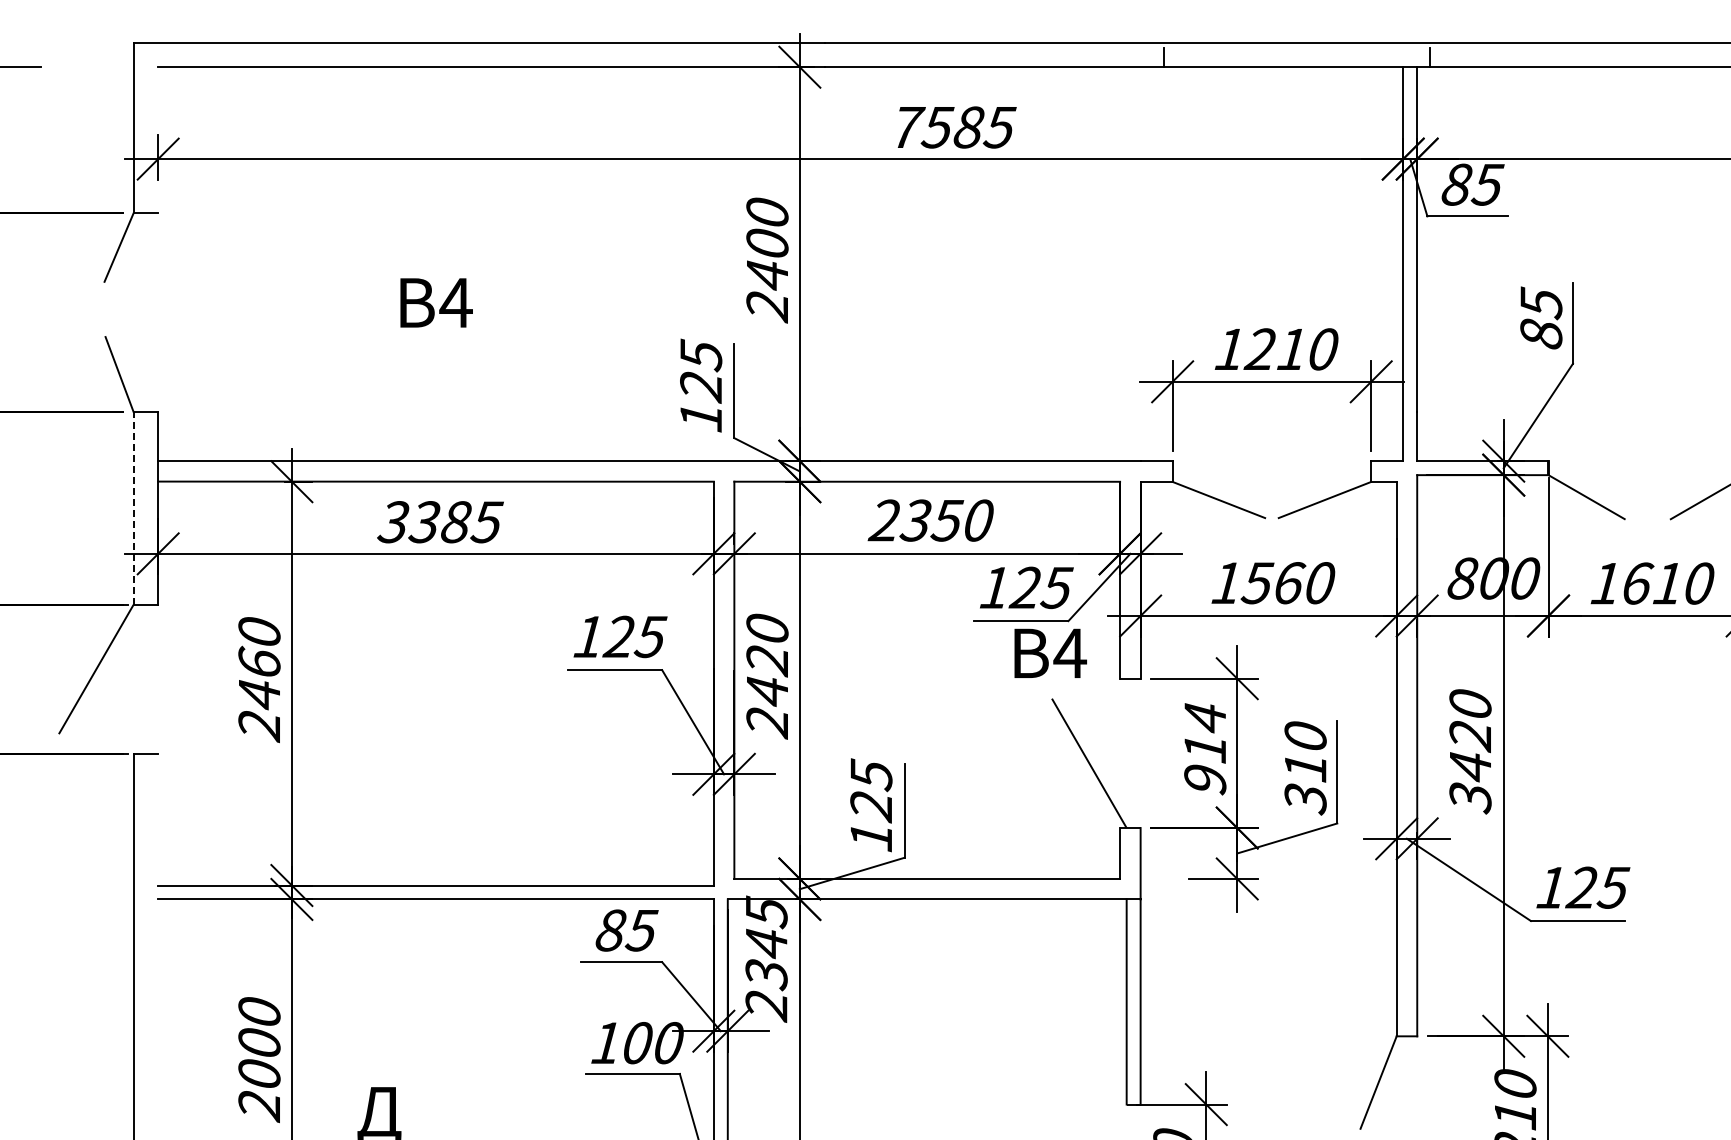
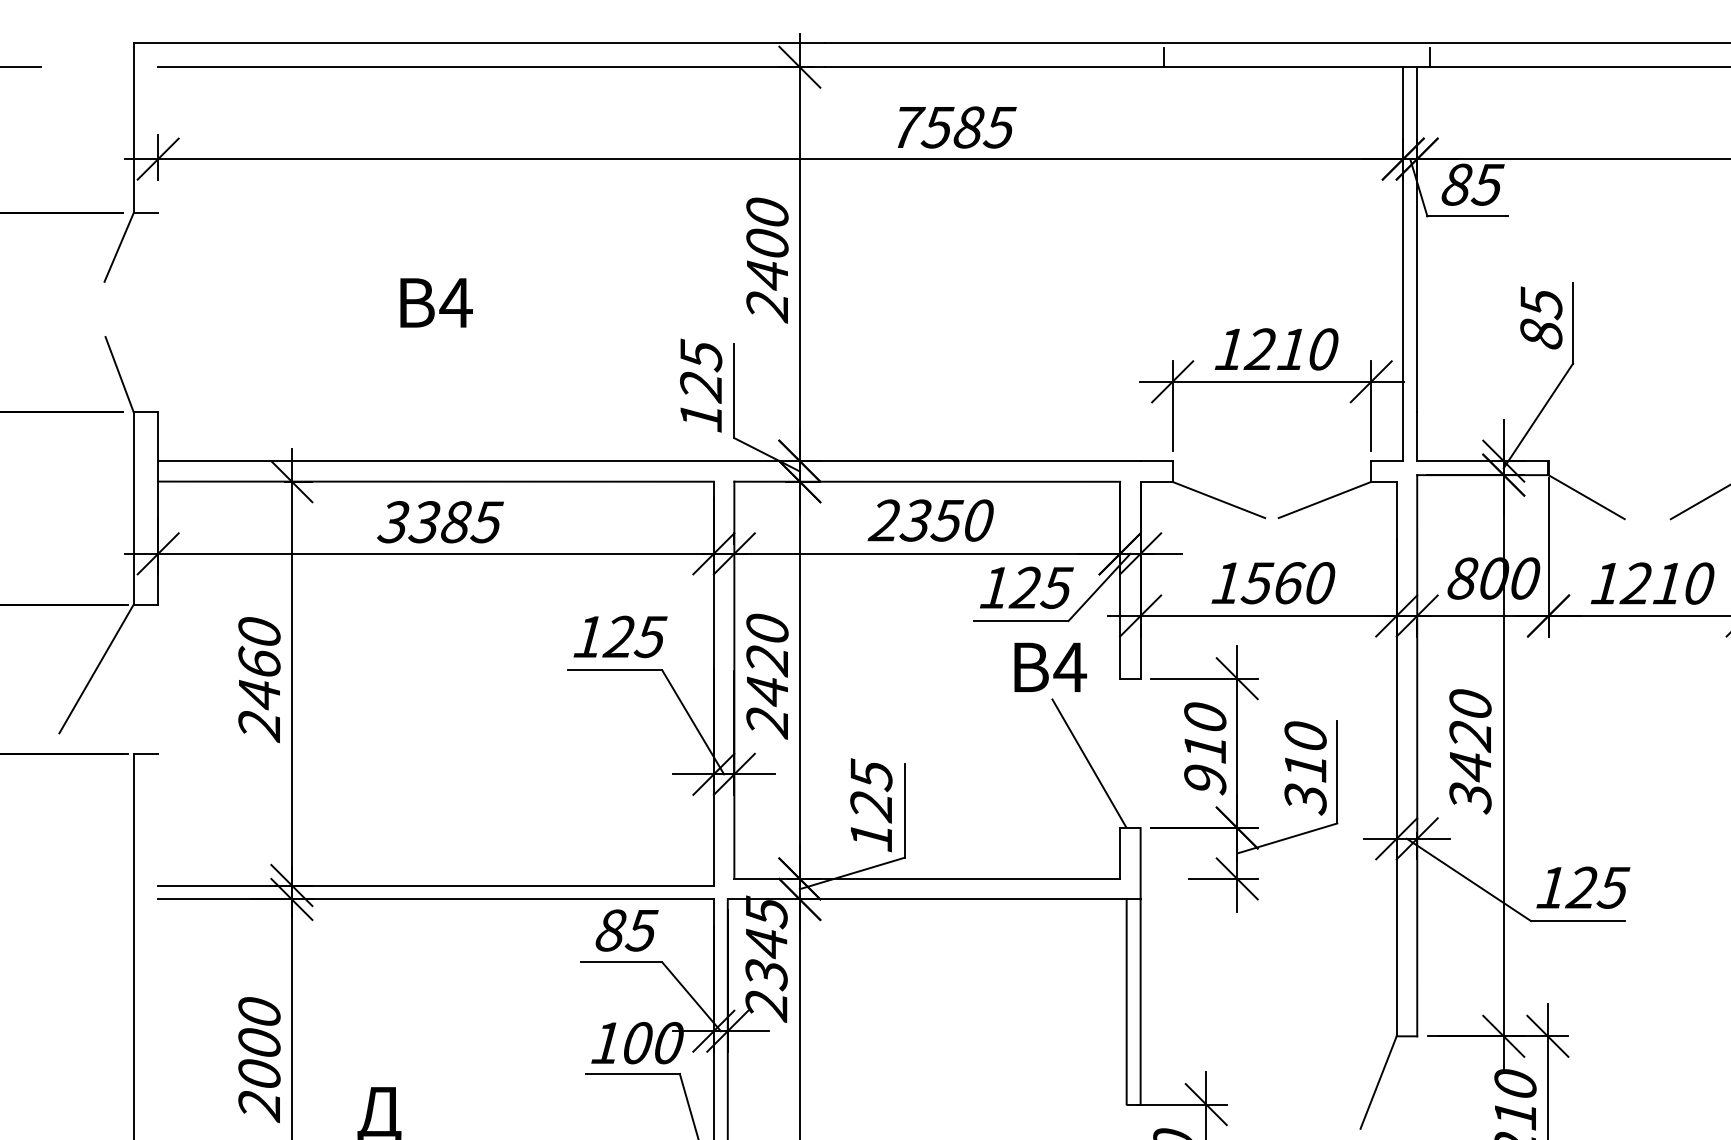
line at (133, 507): dashed -> solid
text at (1636, 583): 1610 -> 1210
text at (1050, 652) position: (1050, 652) -> (1050, 666)
text at (1205, 717): 914 -> 910
